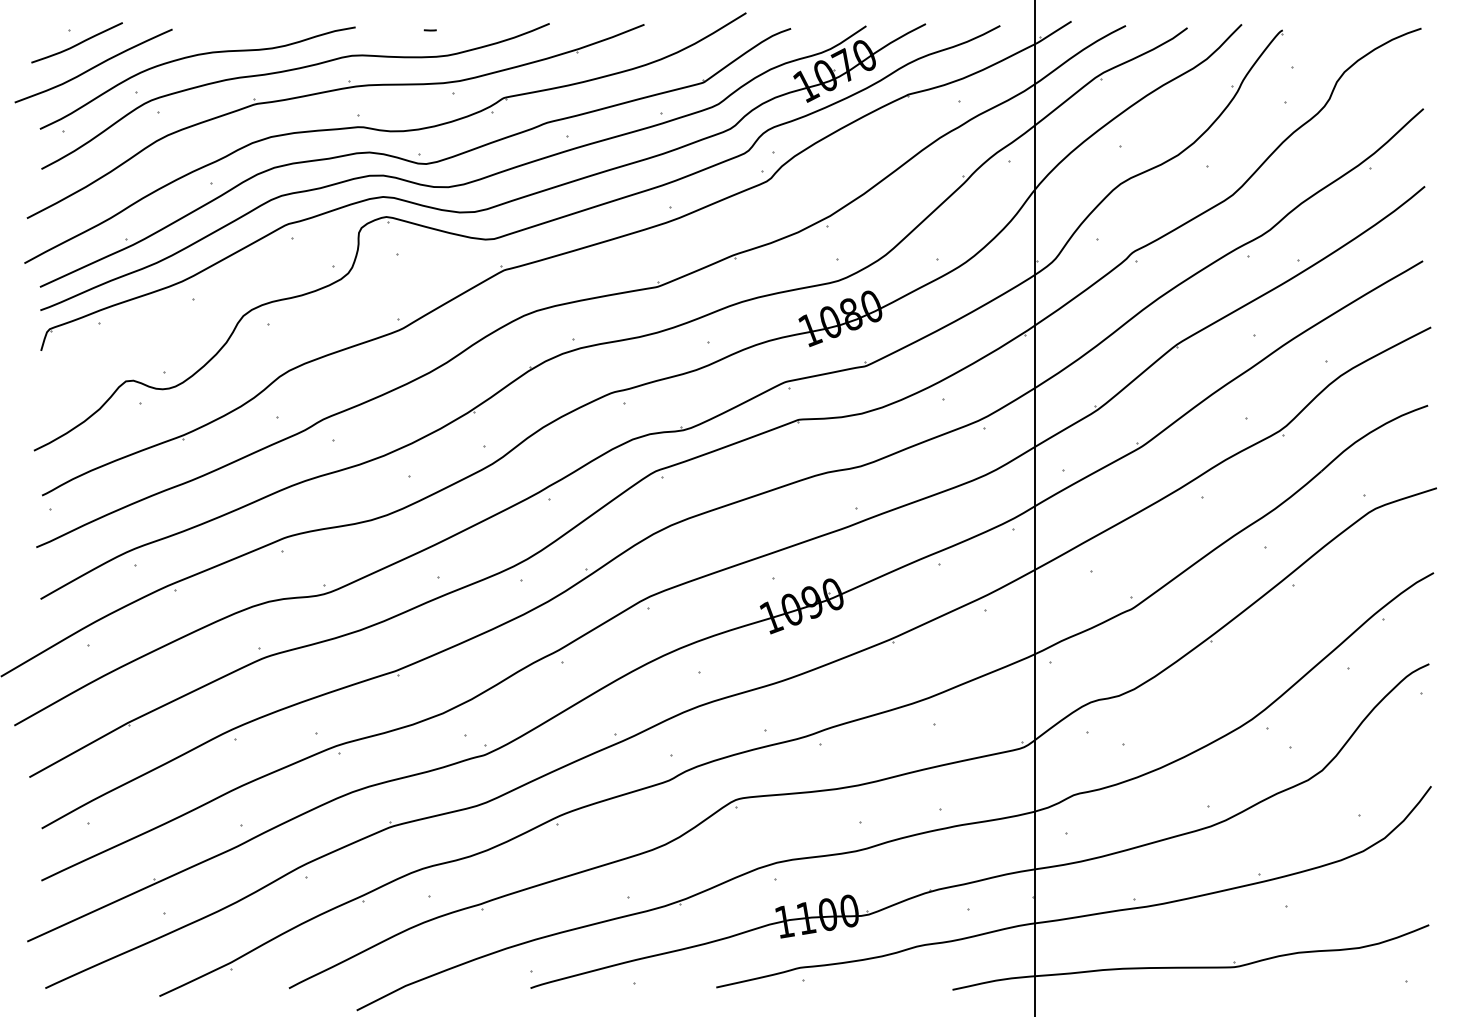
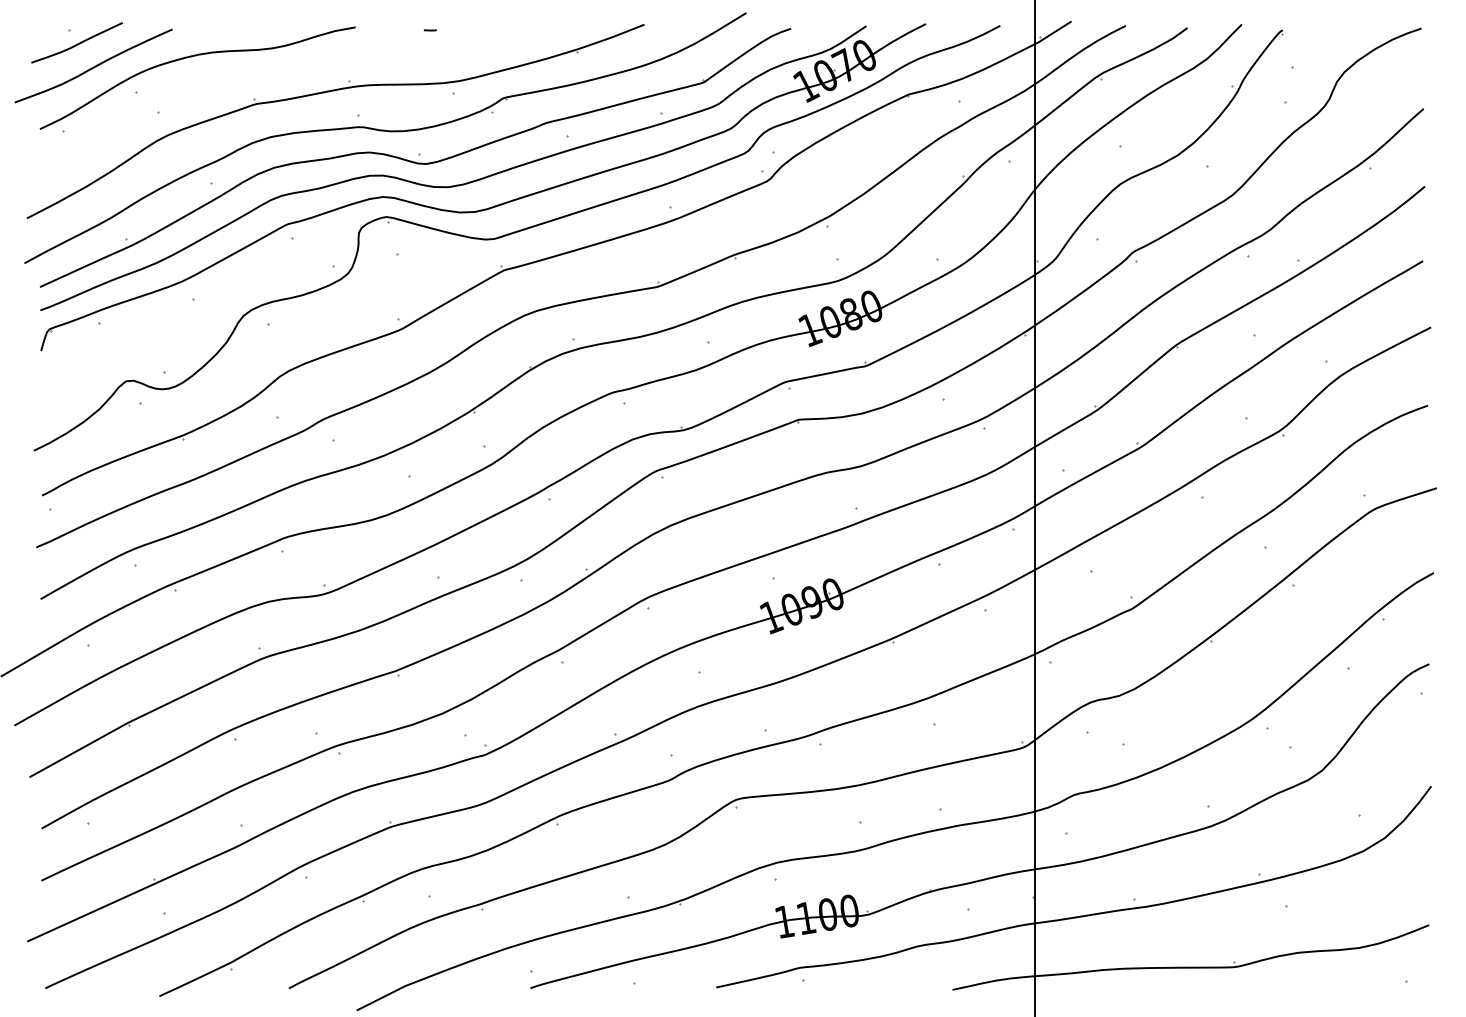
curve at (289, 71): present -> none
